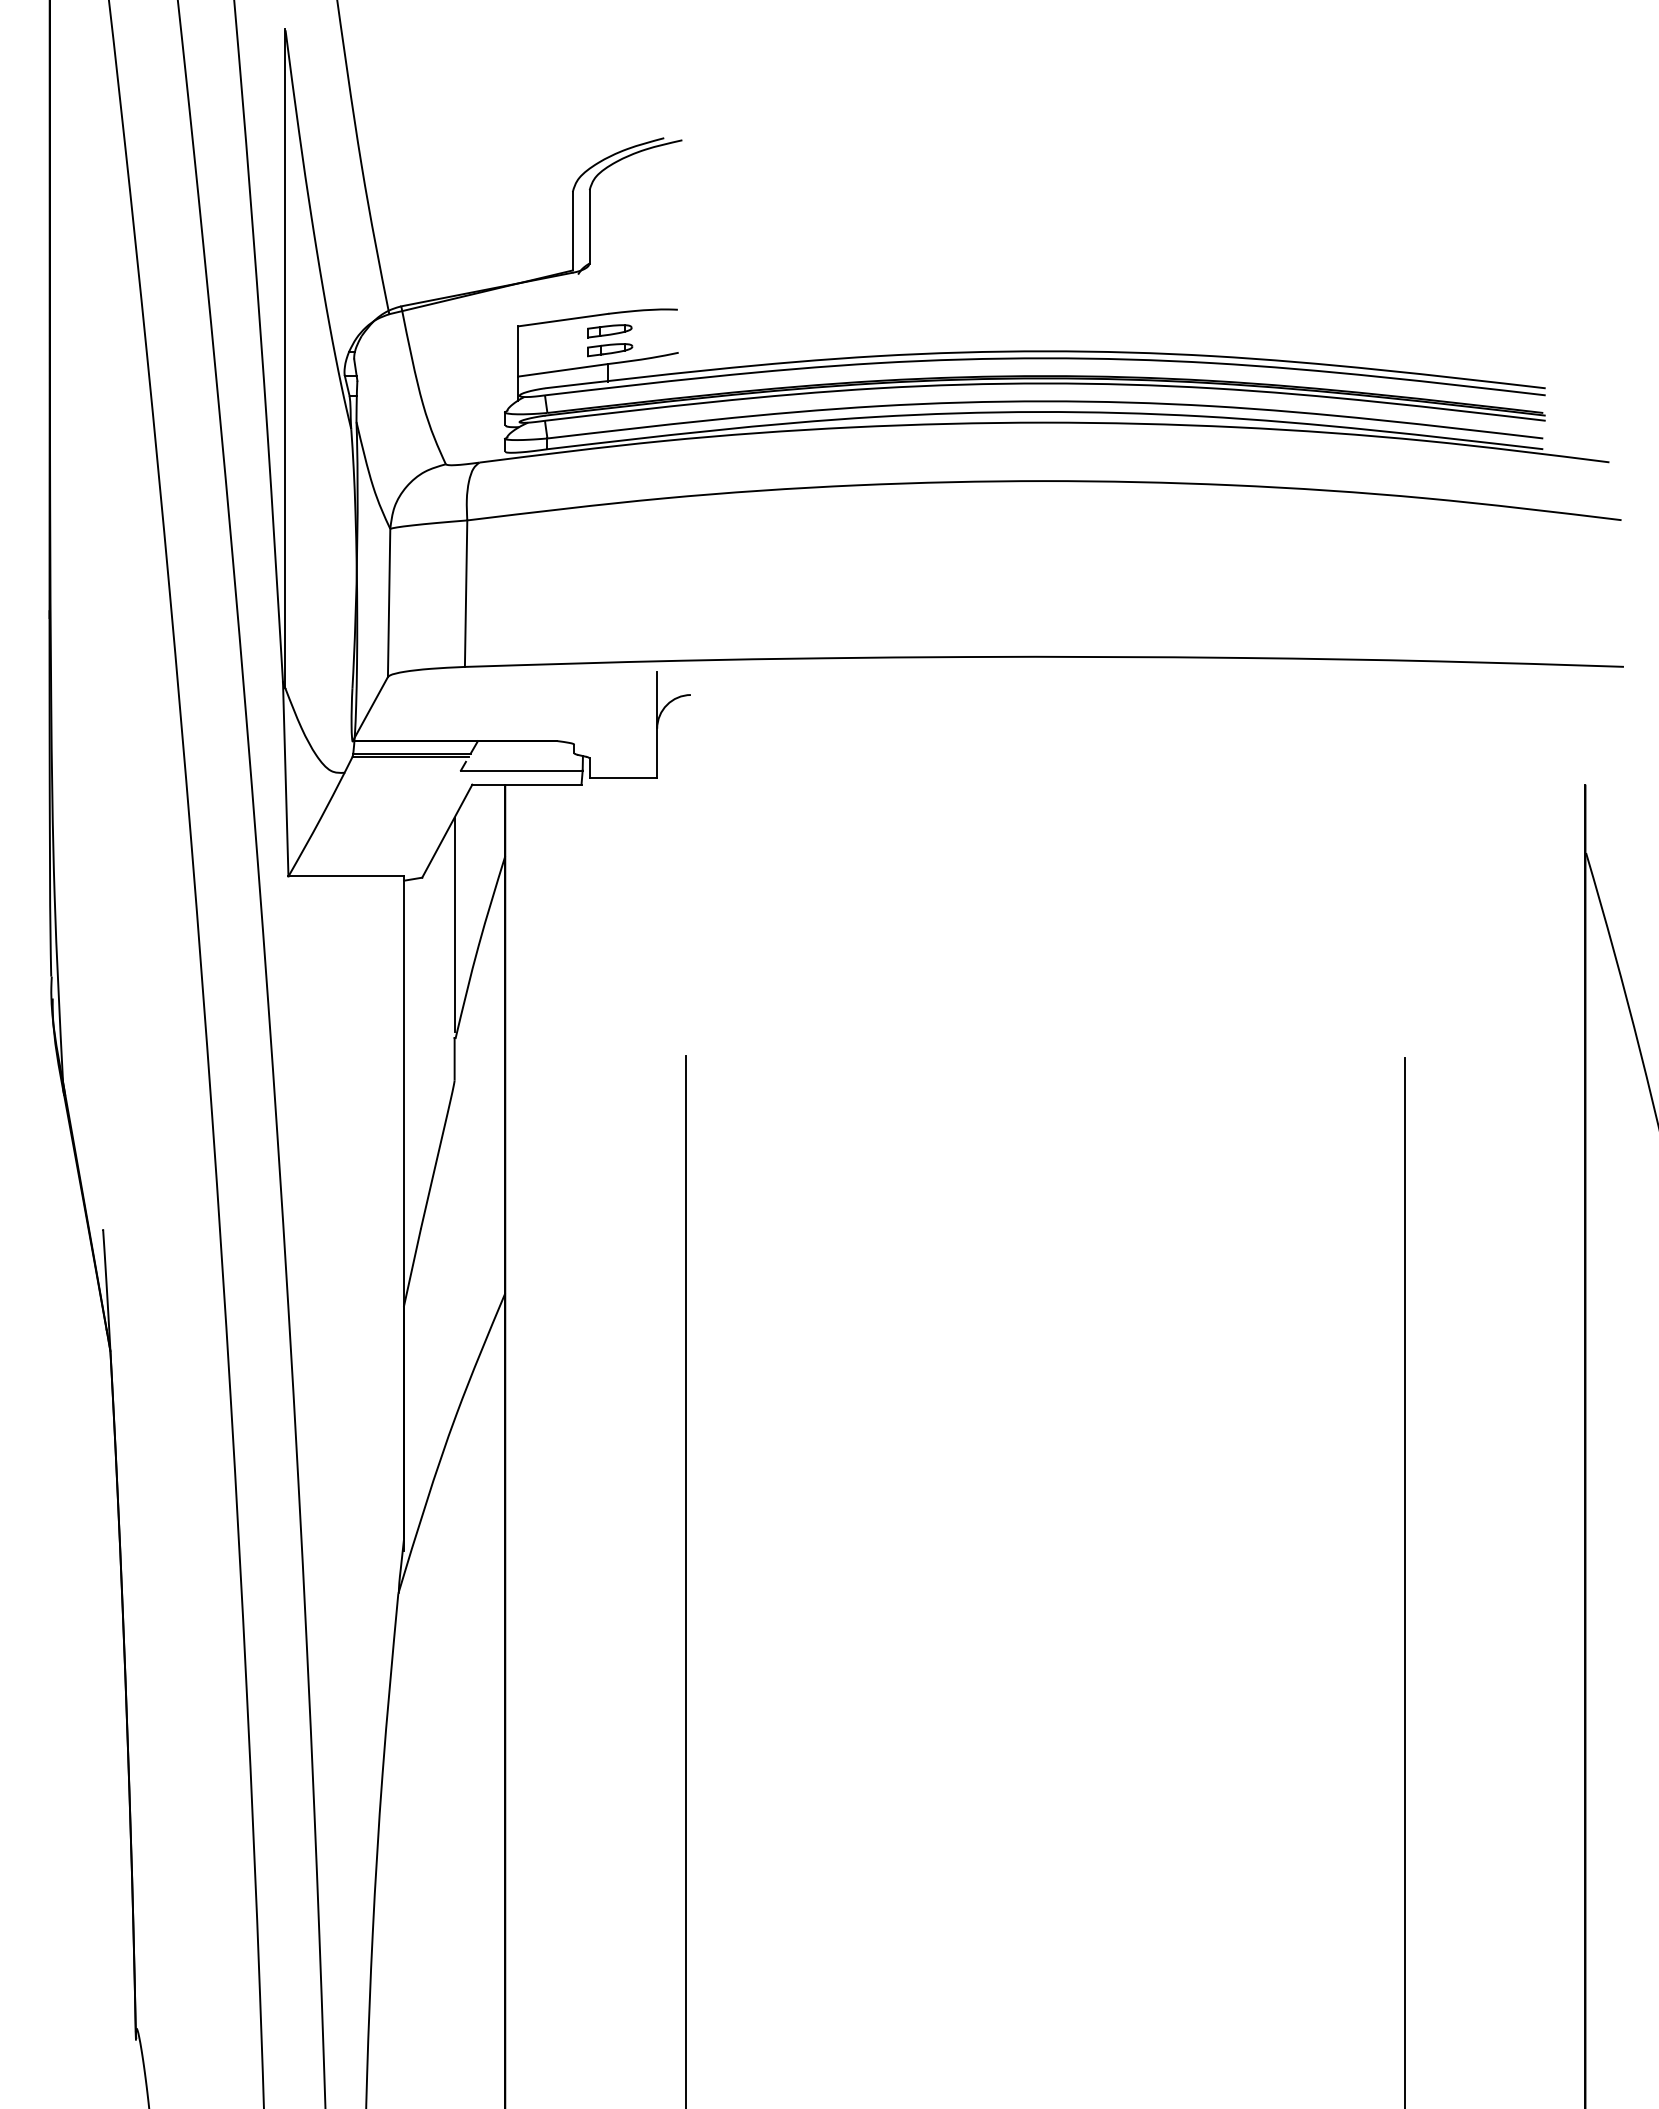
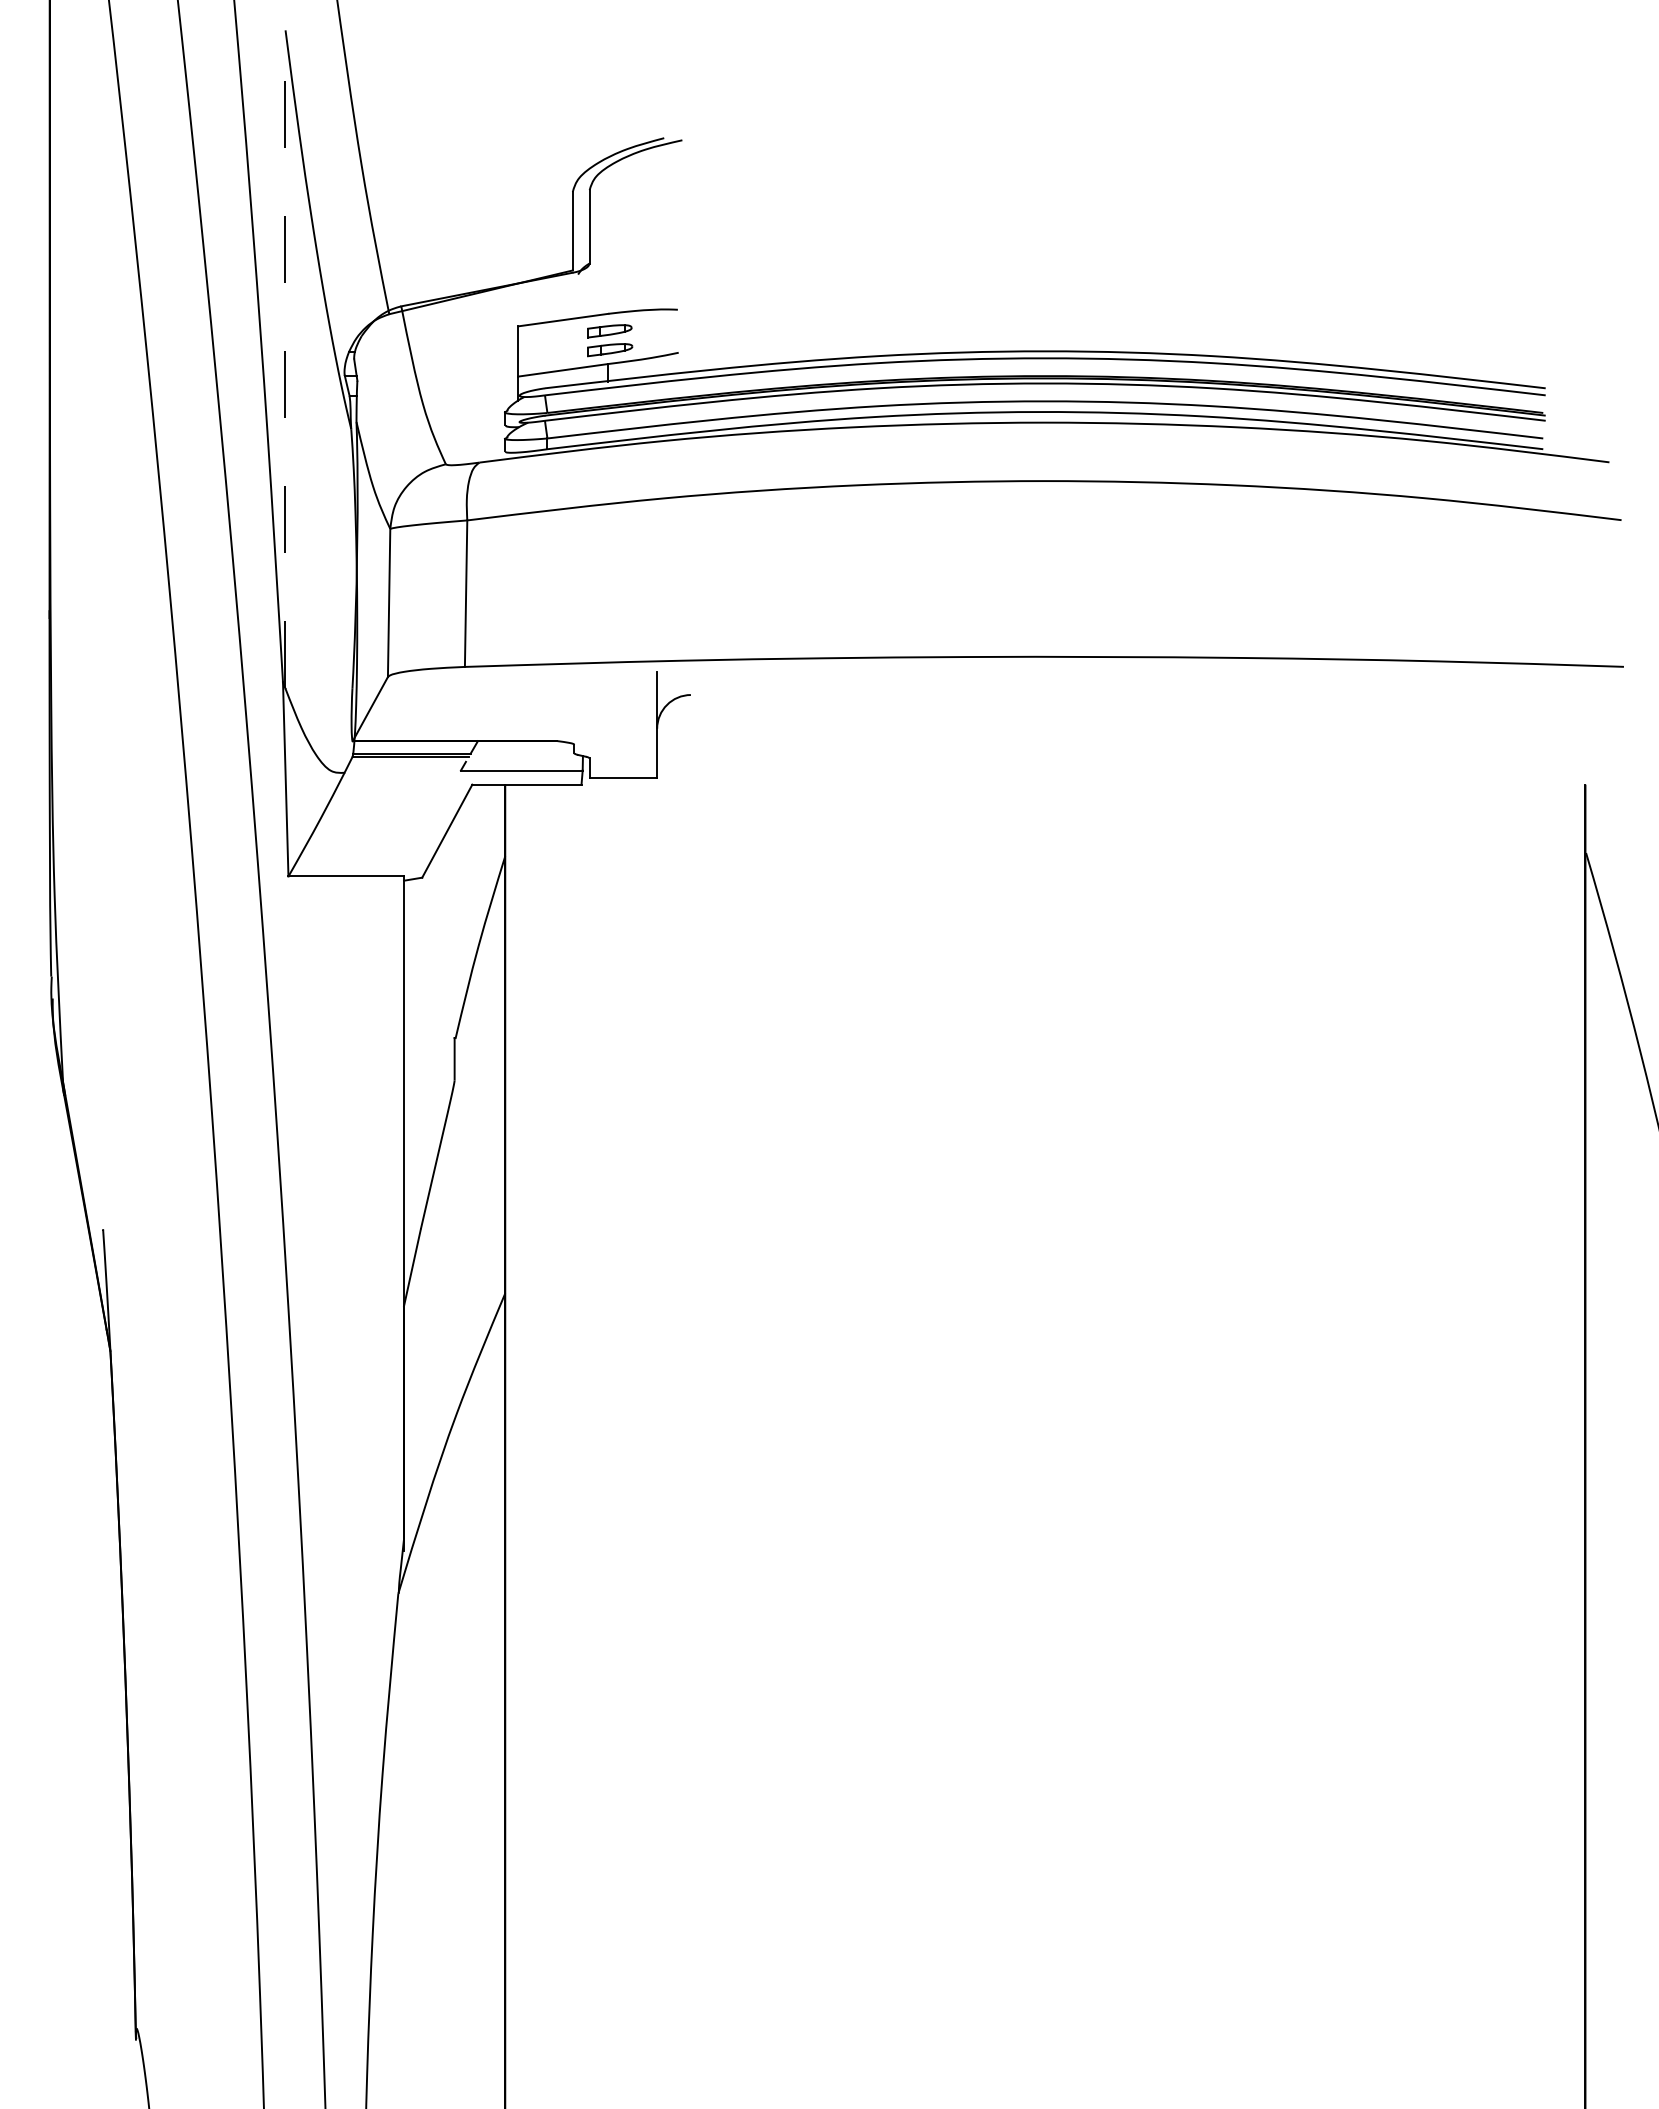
line at (285, 358): solid -> dashed
line at (454, 924): present -> none
line at (685, 1580): present -> none
line at (1405, 1581): present -> none
